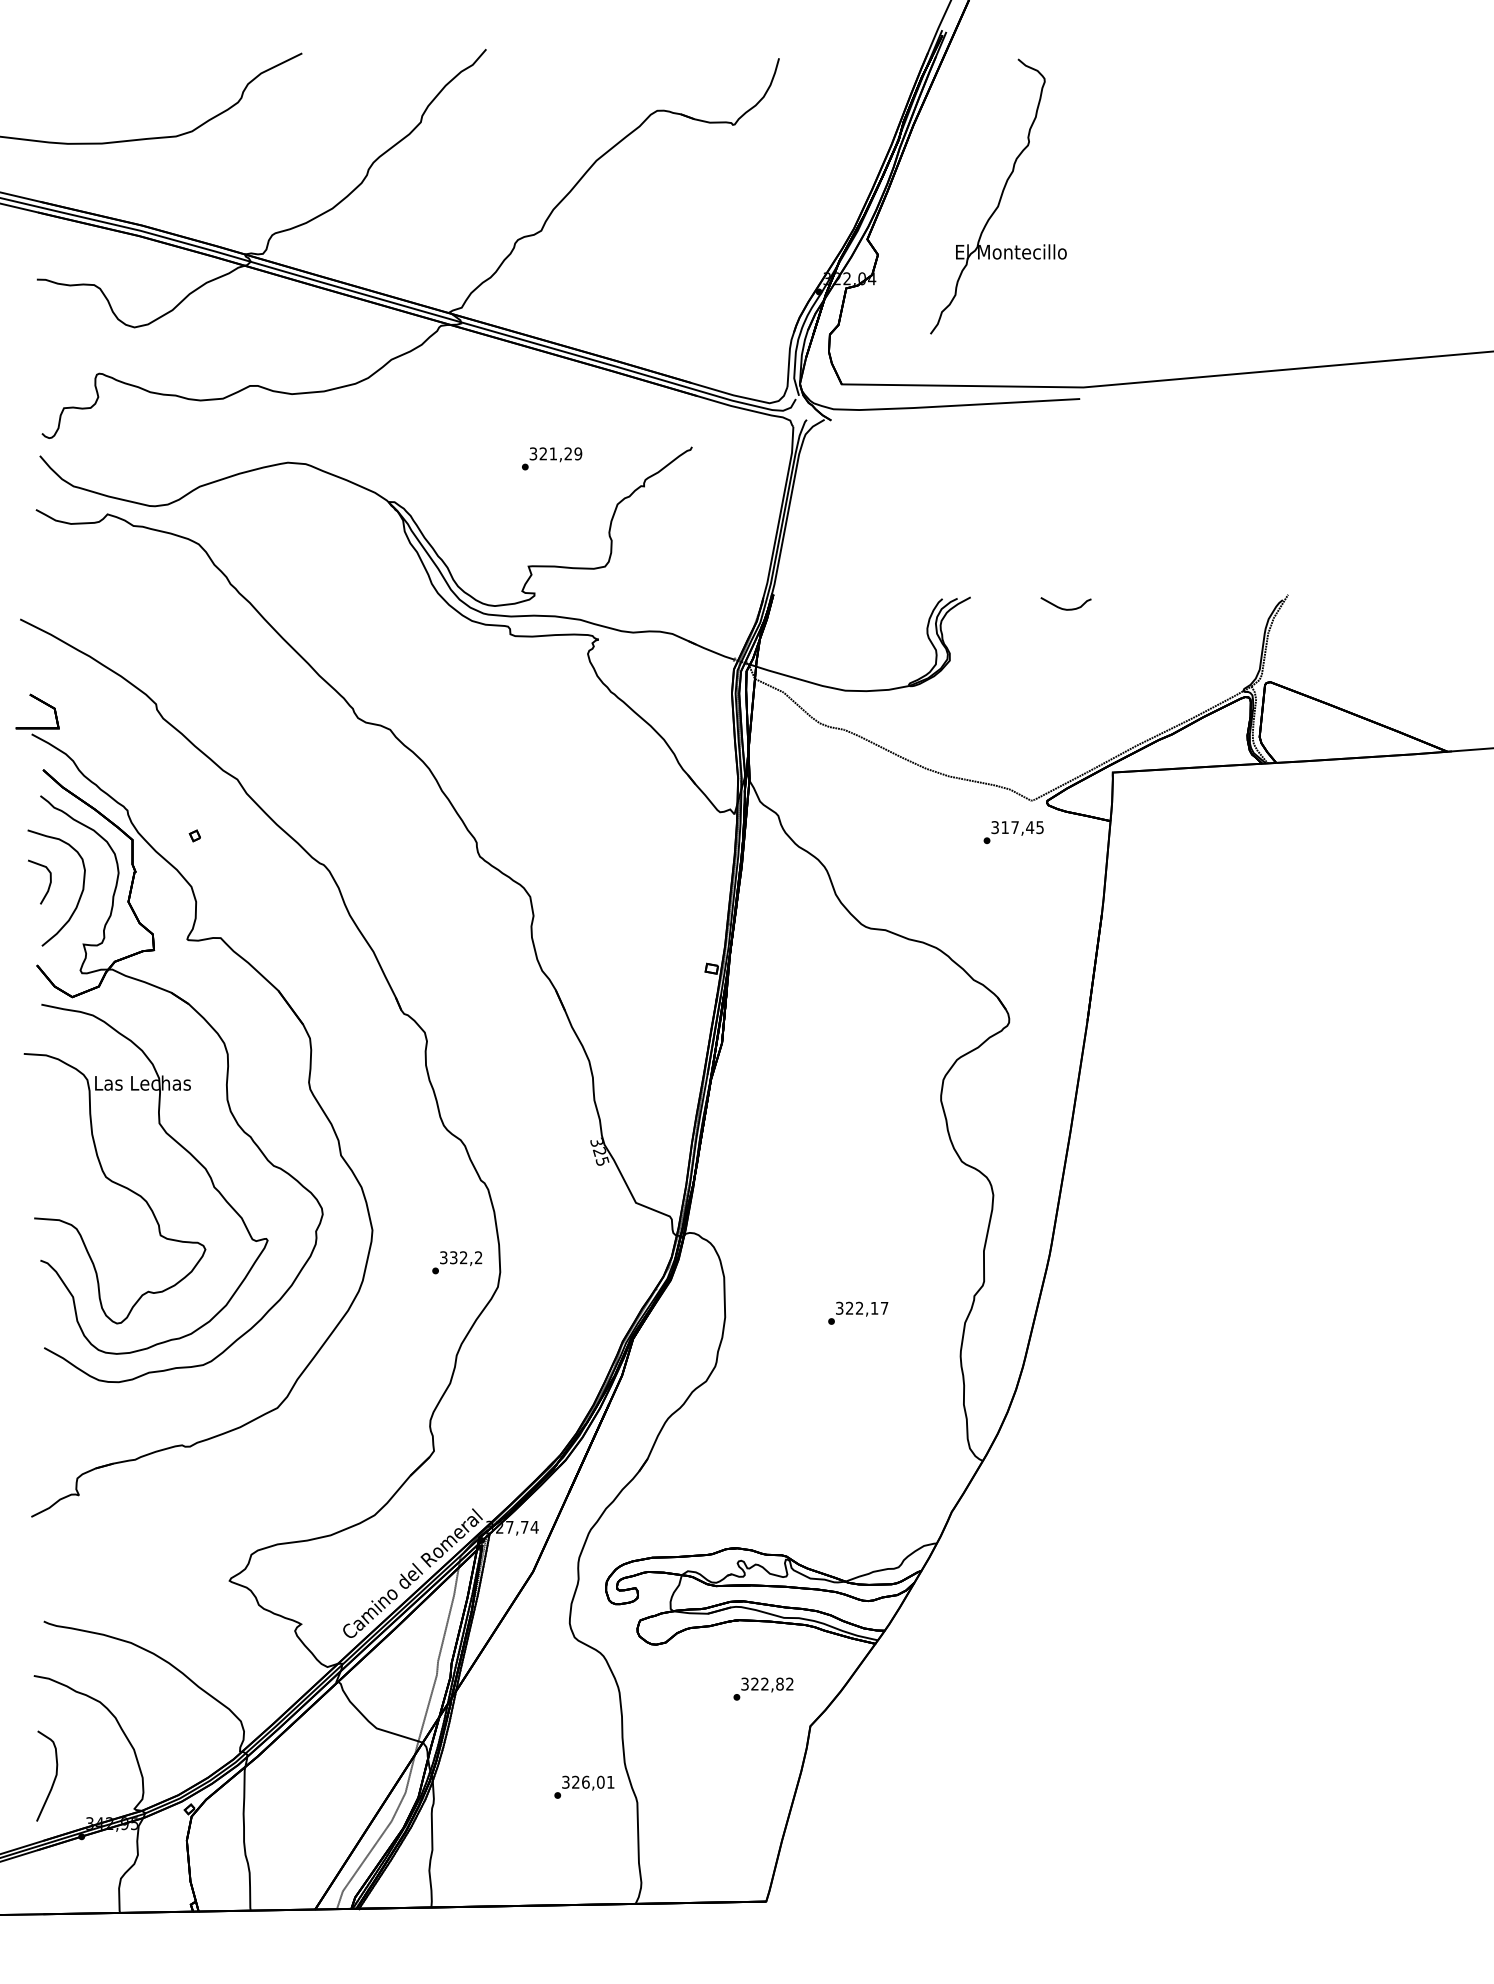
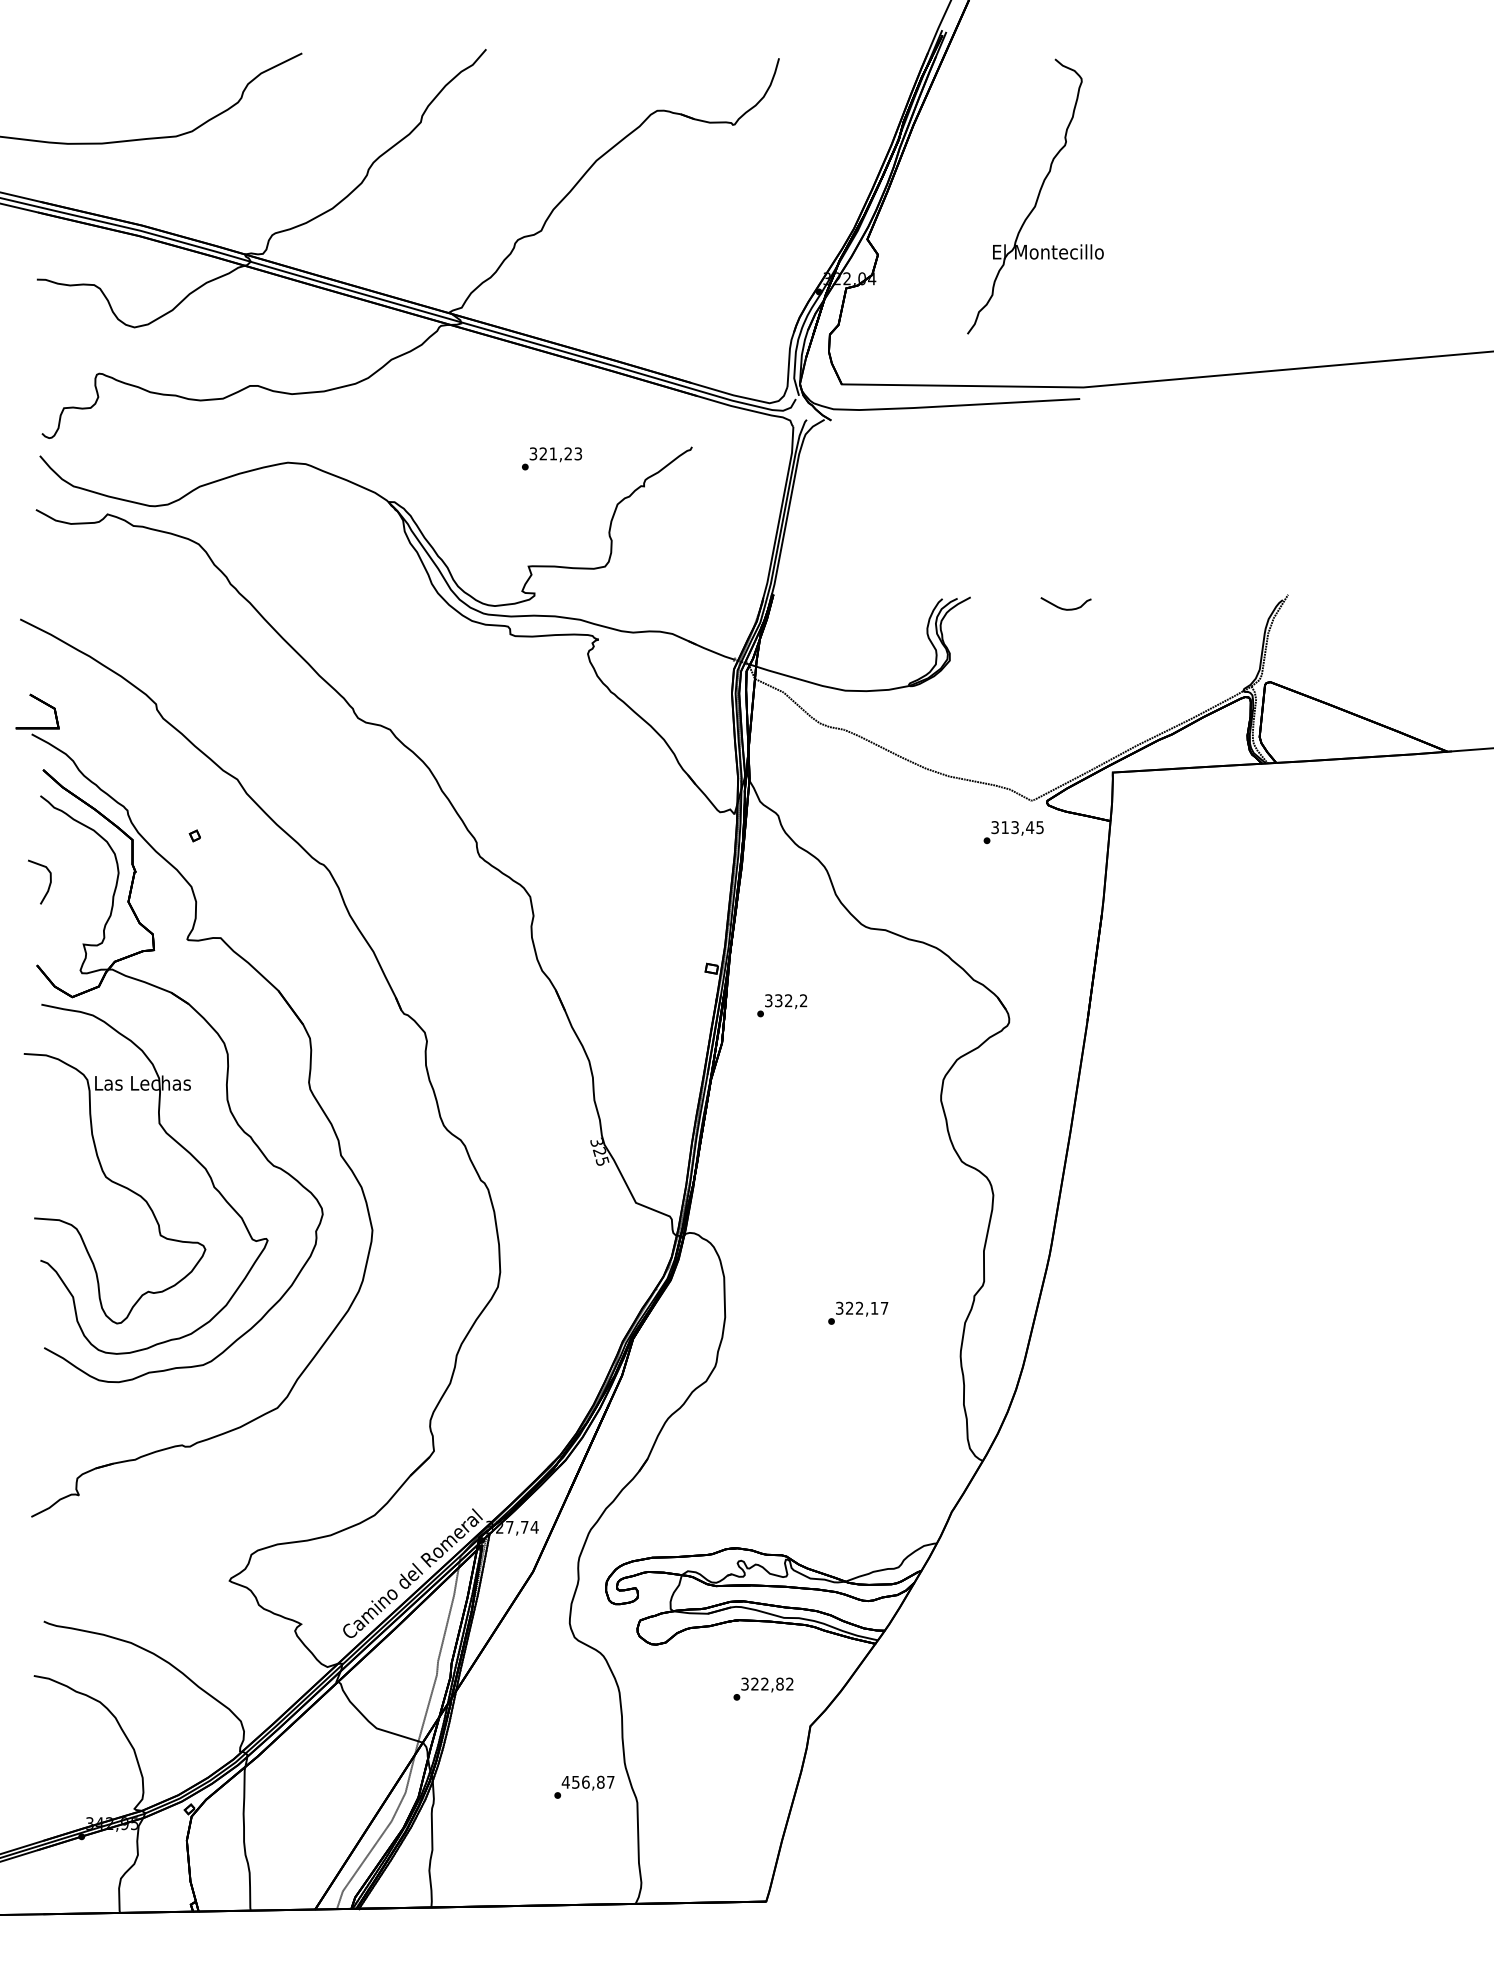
part at (998, 196) position: (998, 196) -> (1035, 196)
text at (578, 453): 321,29 -> 321,23
text at (1014, 827): 317,45 -> 313,45
curve at (79, 896): present -> none
text at (457, 1262) position: (457, 1262) -> (782, 1005)
curve at (54, 1777): present -> none
text at (587, 1781): 326,01 -> 456,87
